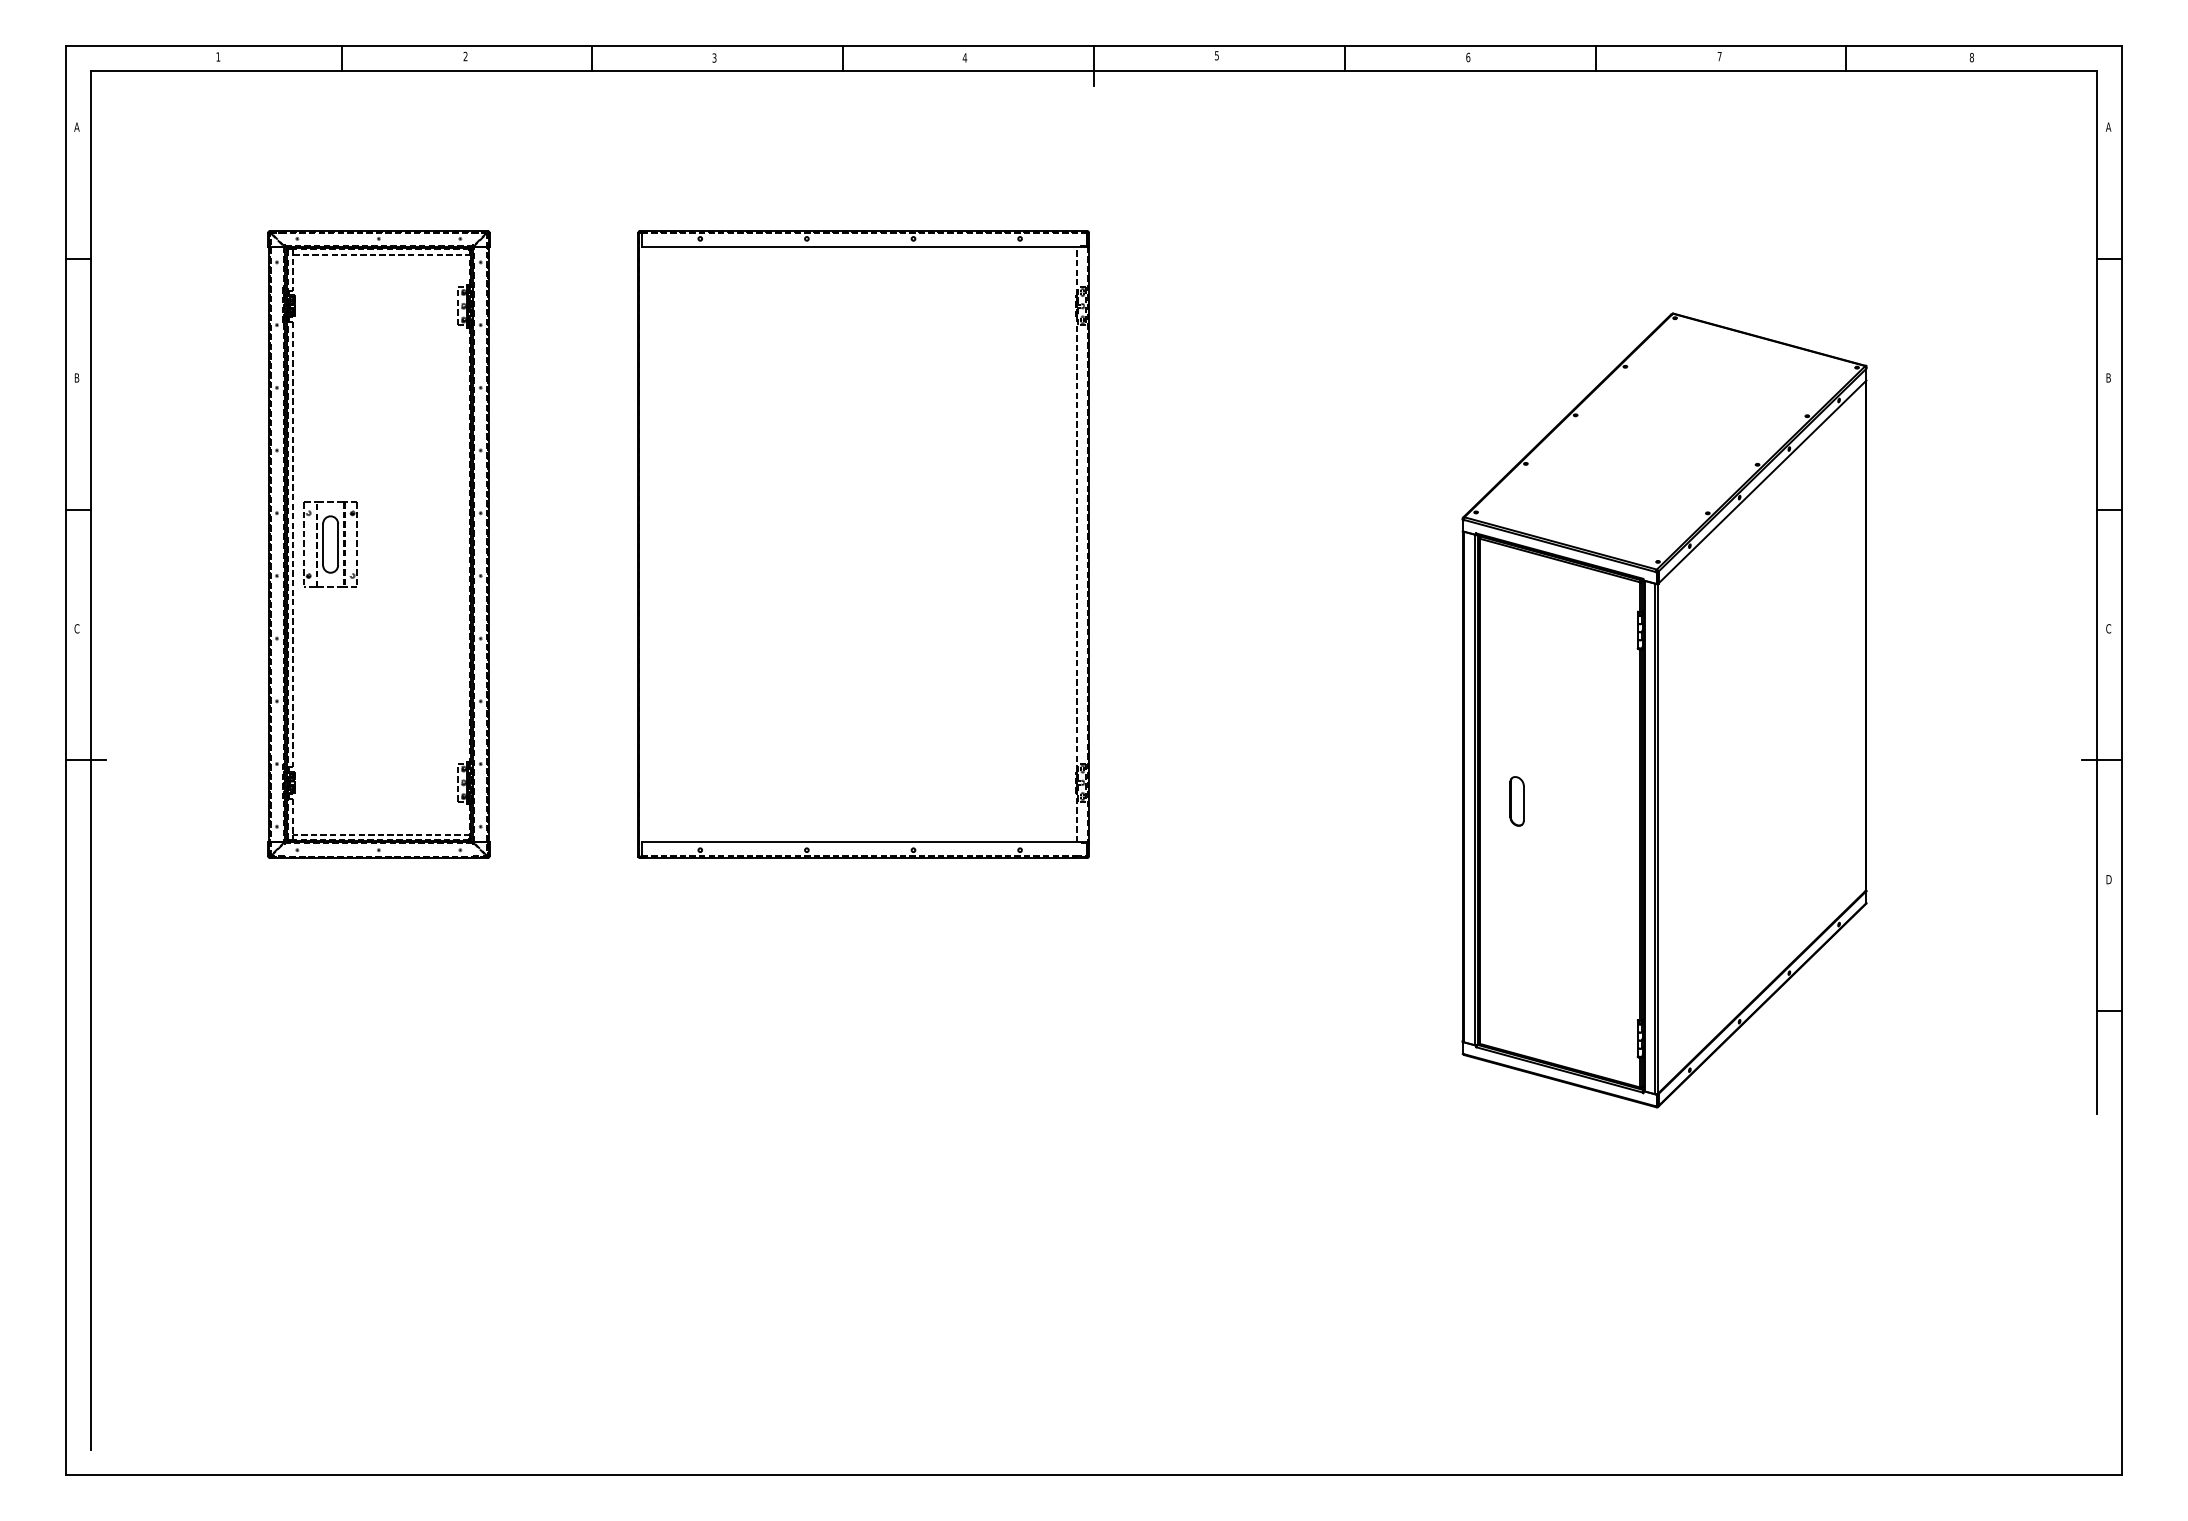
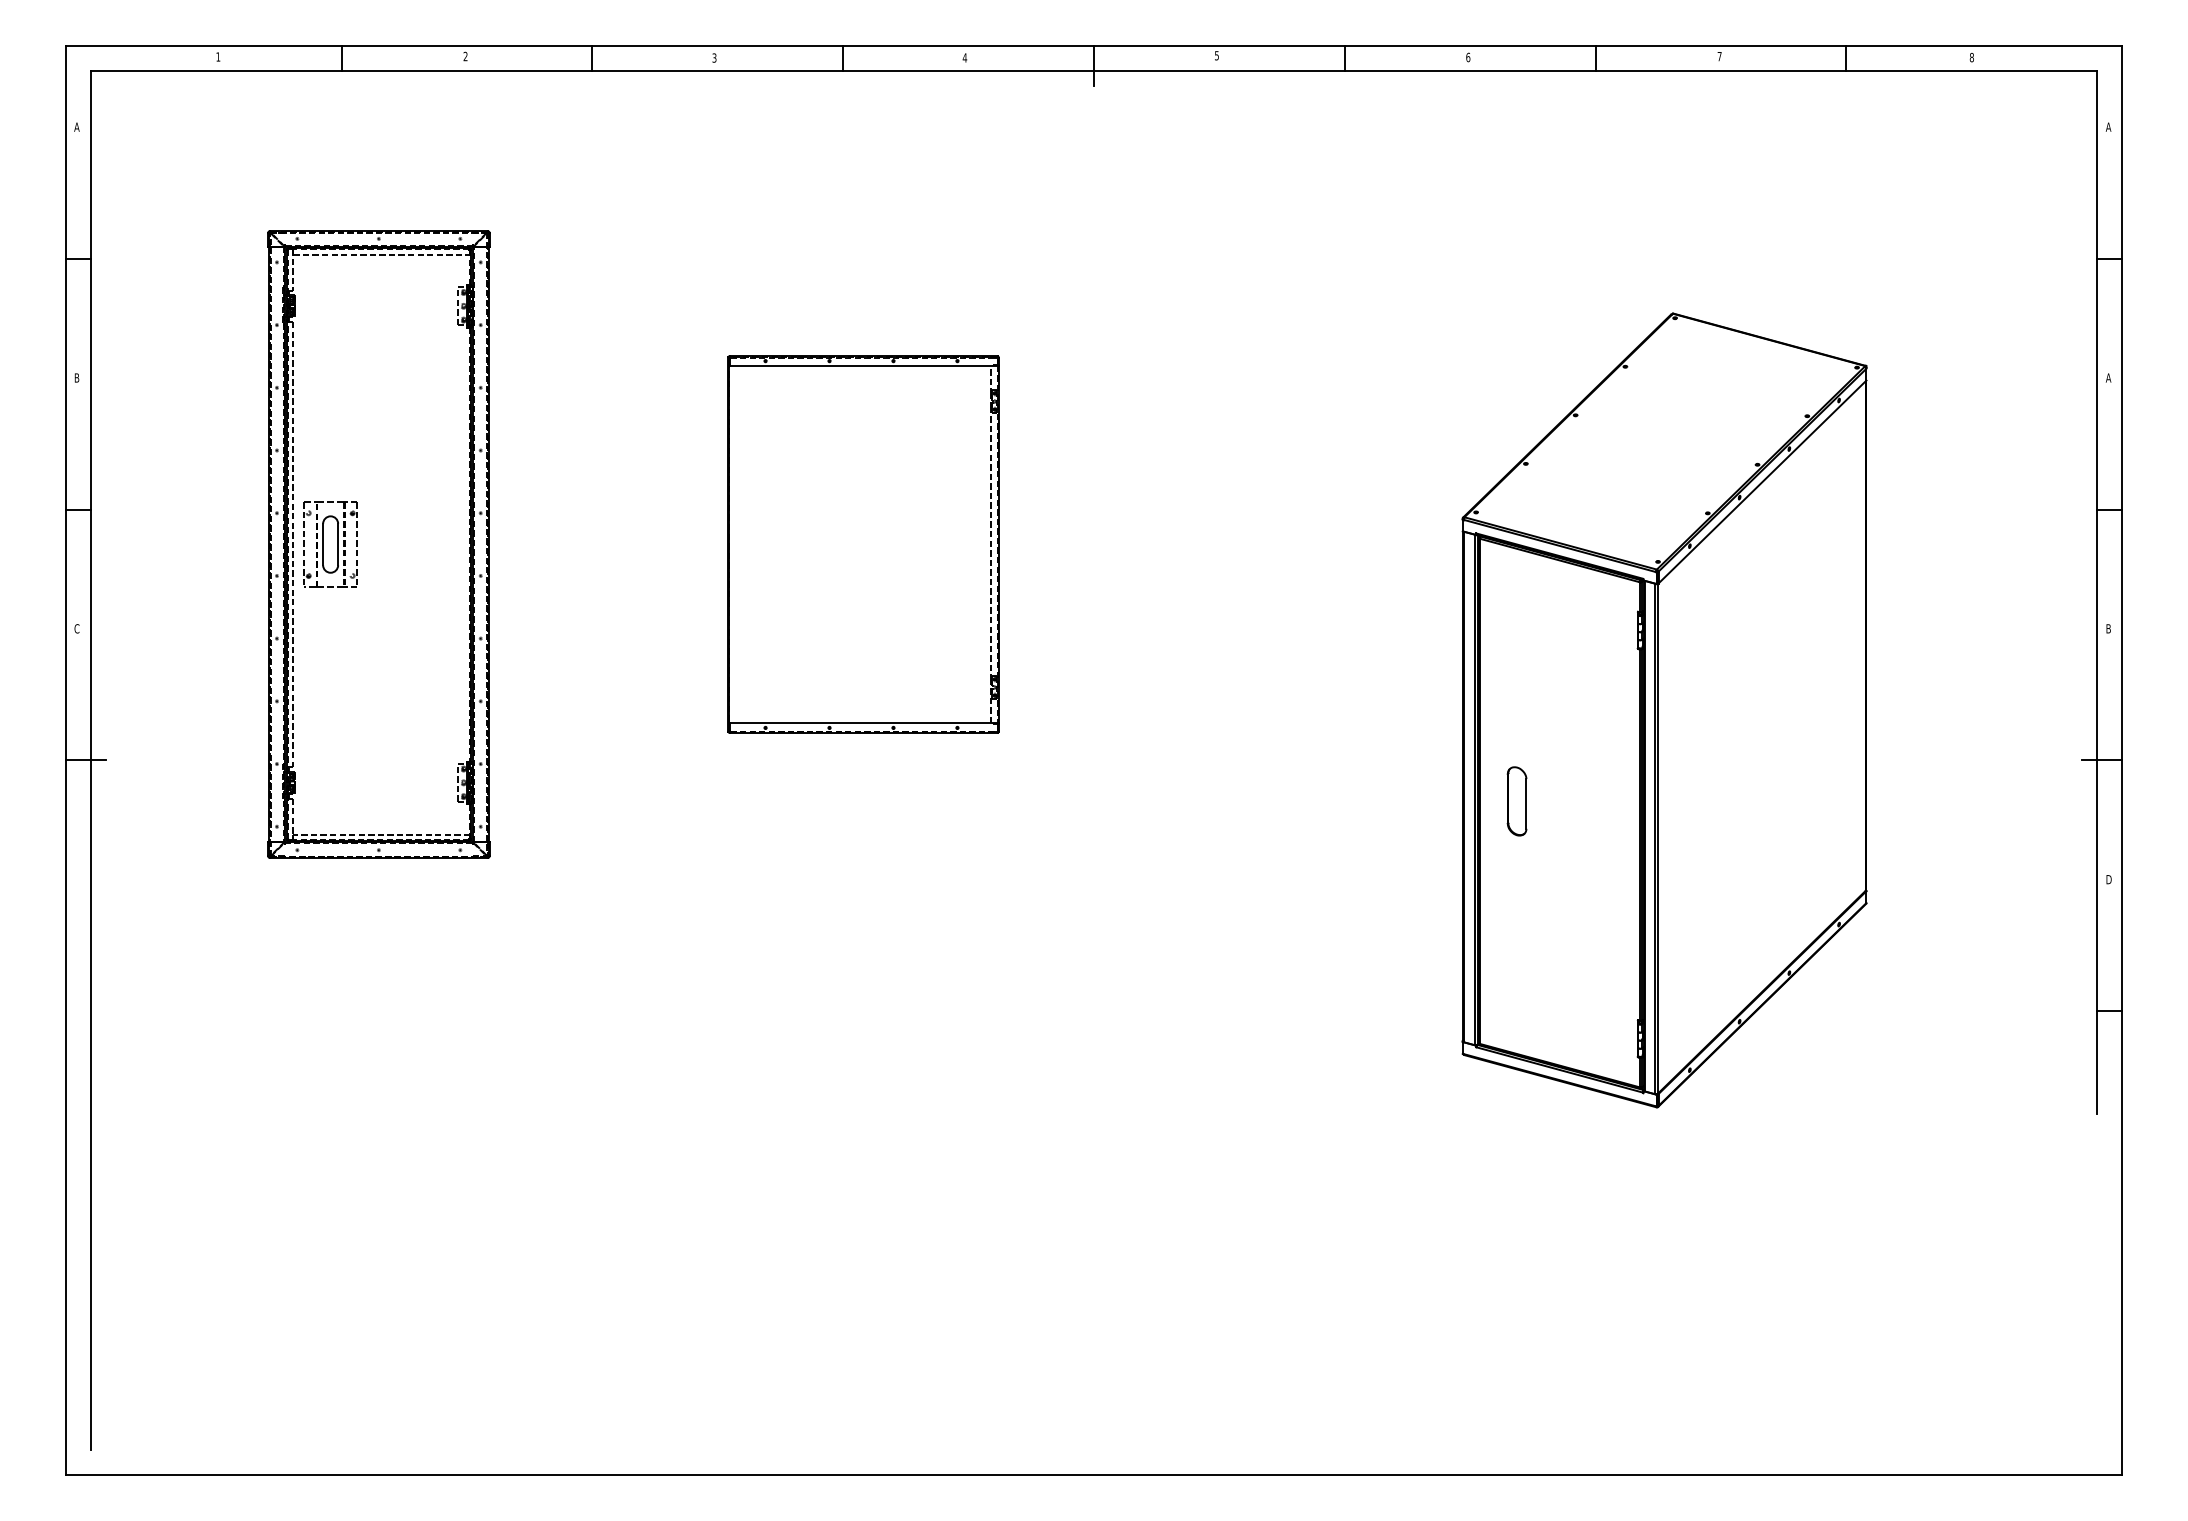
text at (2108, 377): B -> A
part at (863, 544) size: 453x629 px -> 273x379 px
text at (2108, 628): C -> B
part at (1516, 801) size: 16x51 px -> 22x71 px
